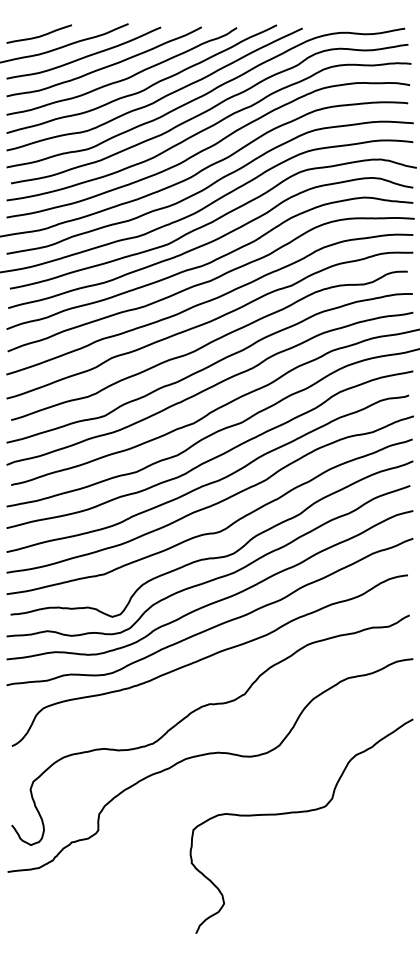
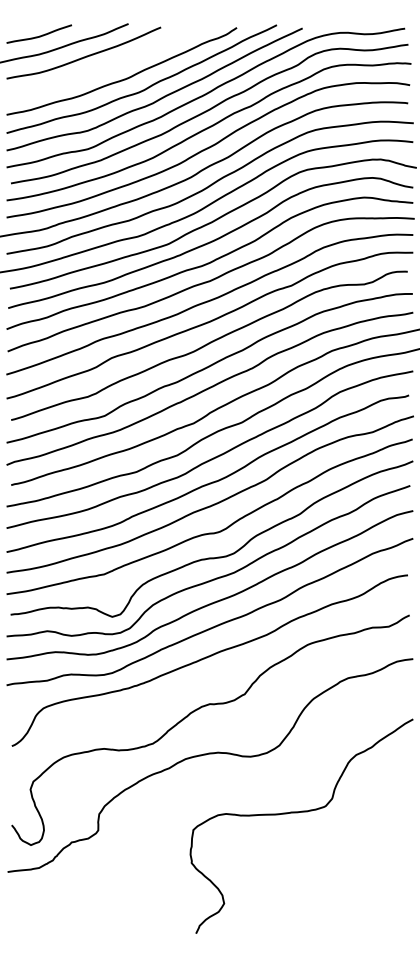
curve at (104, 66): present -> none
